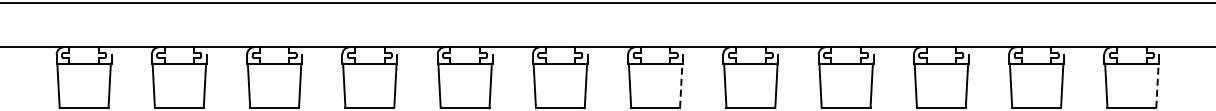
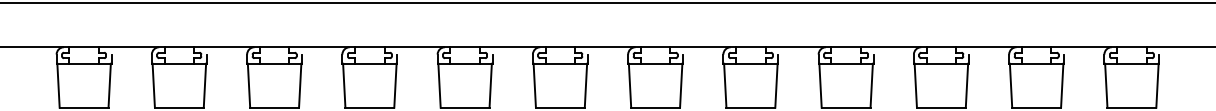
line at (681, 85): dashed -> solid
line at (1157, 85): dashed -> solid
